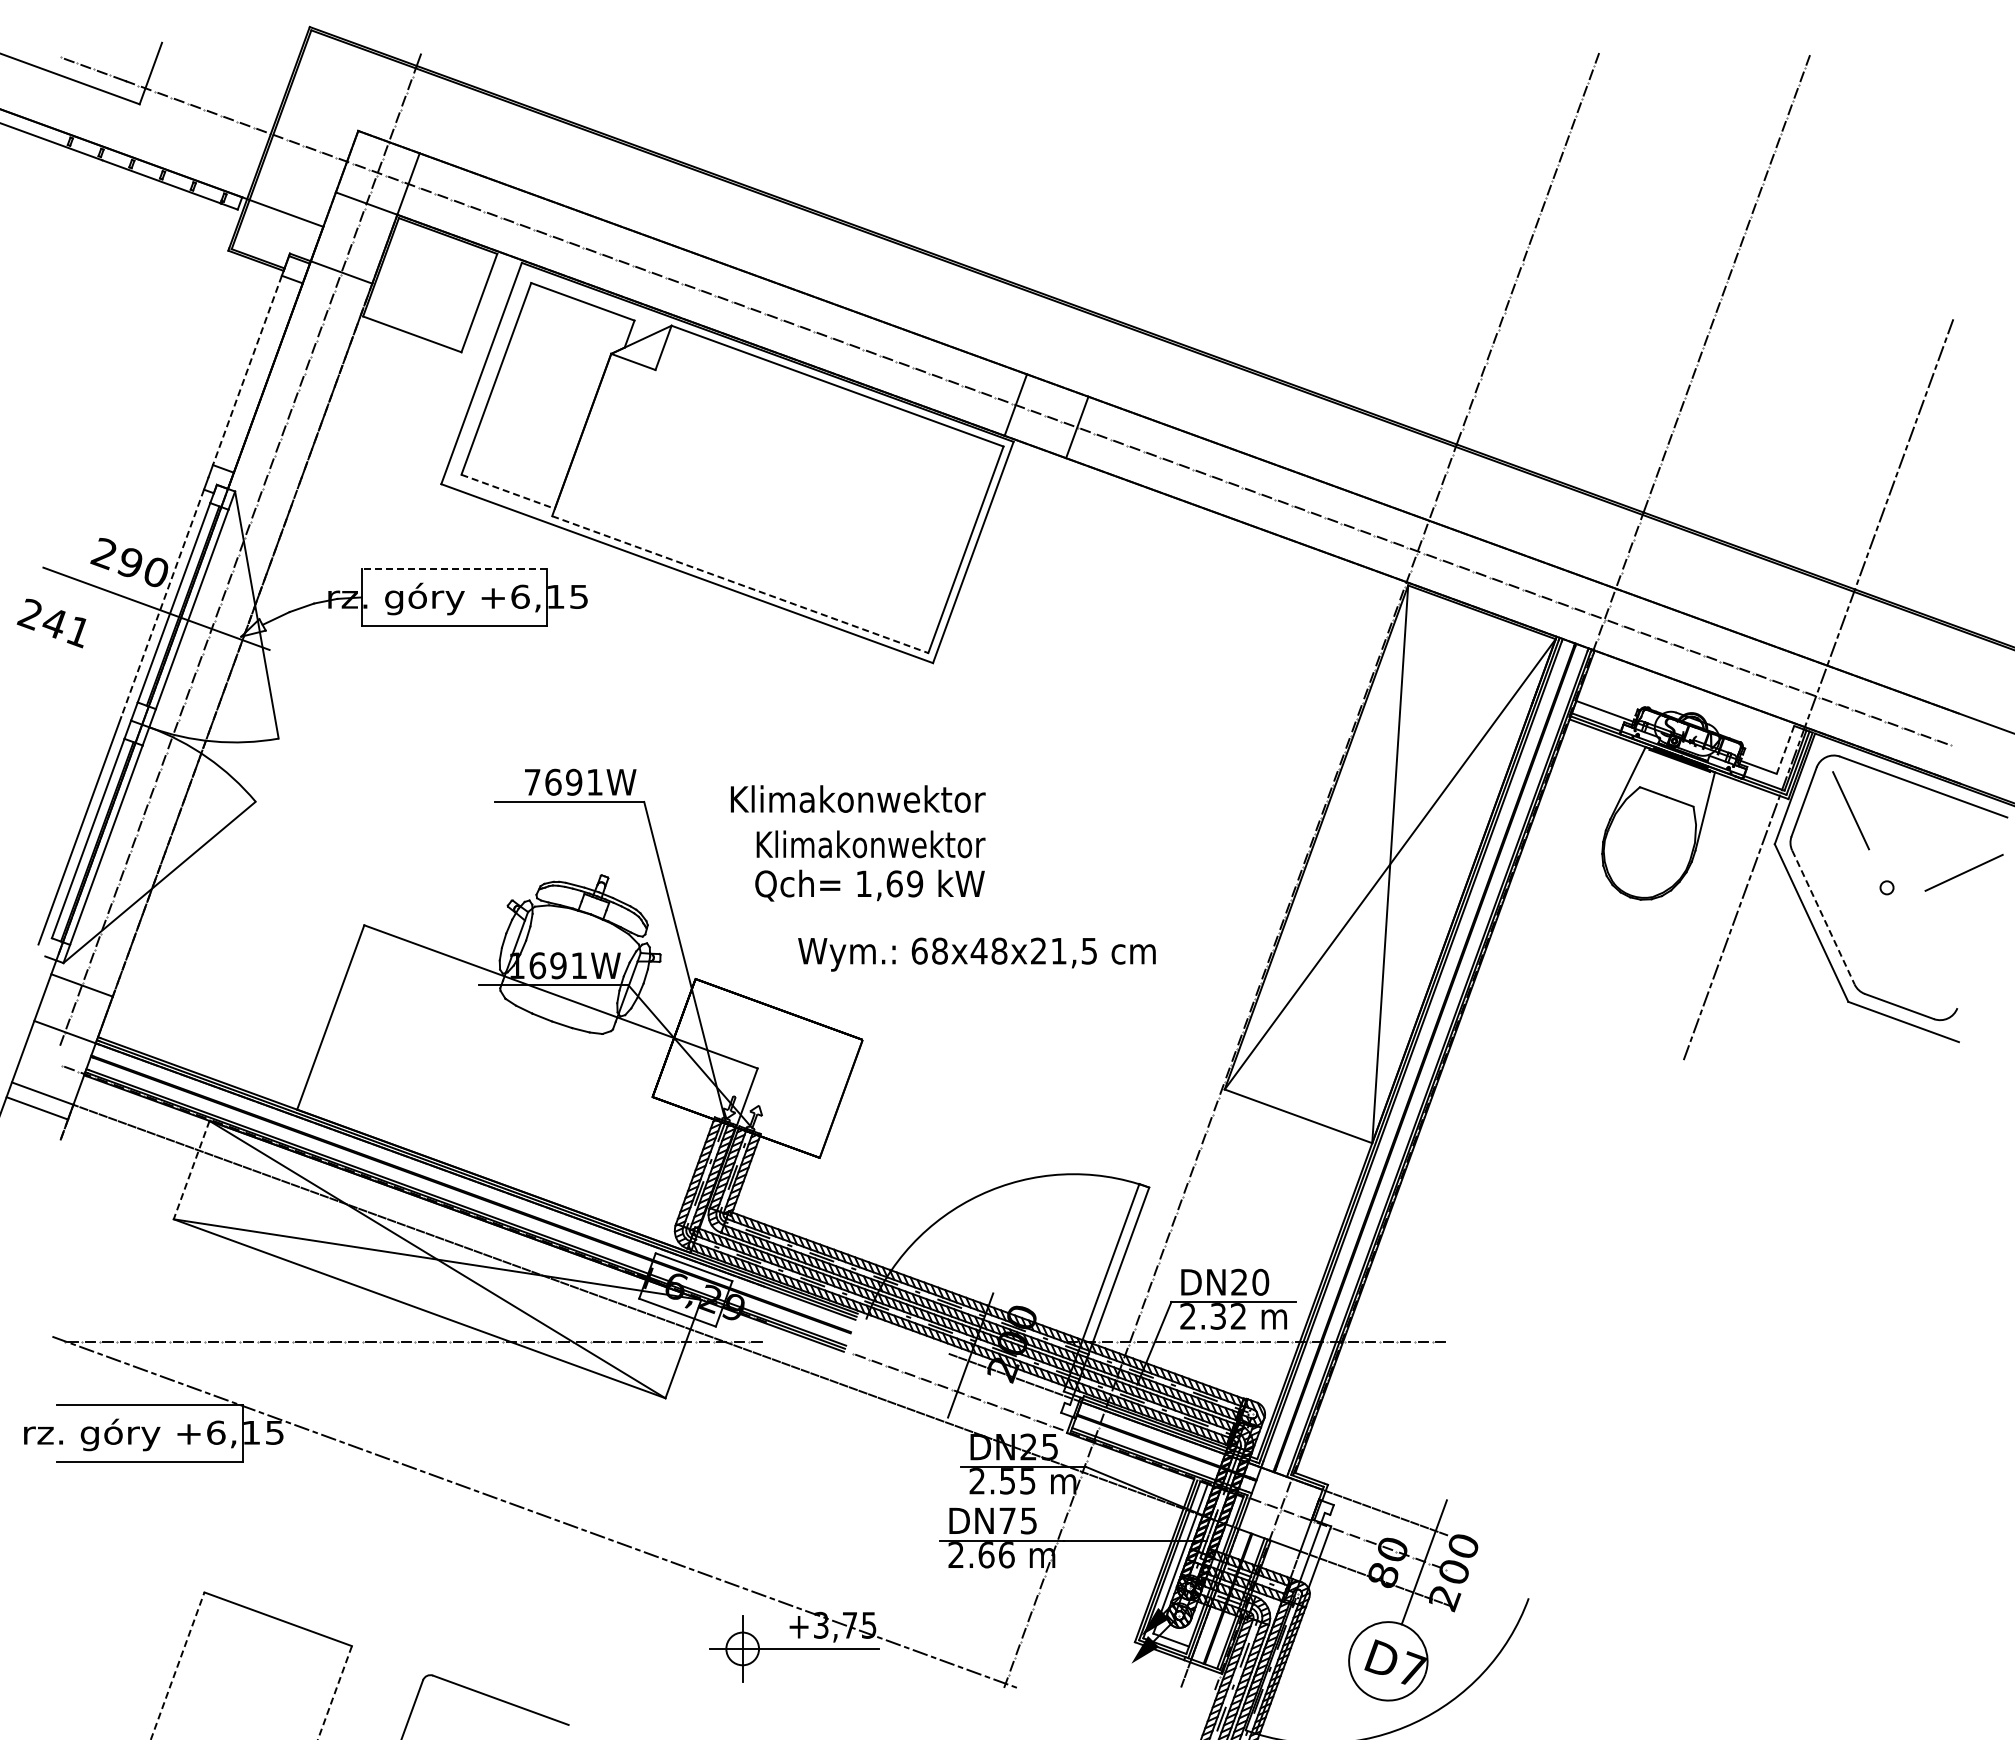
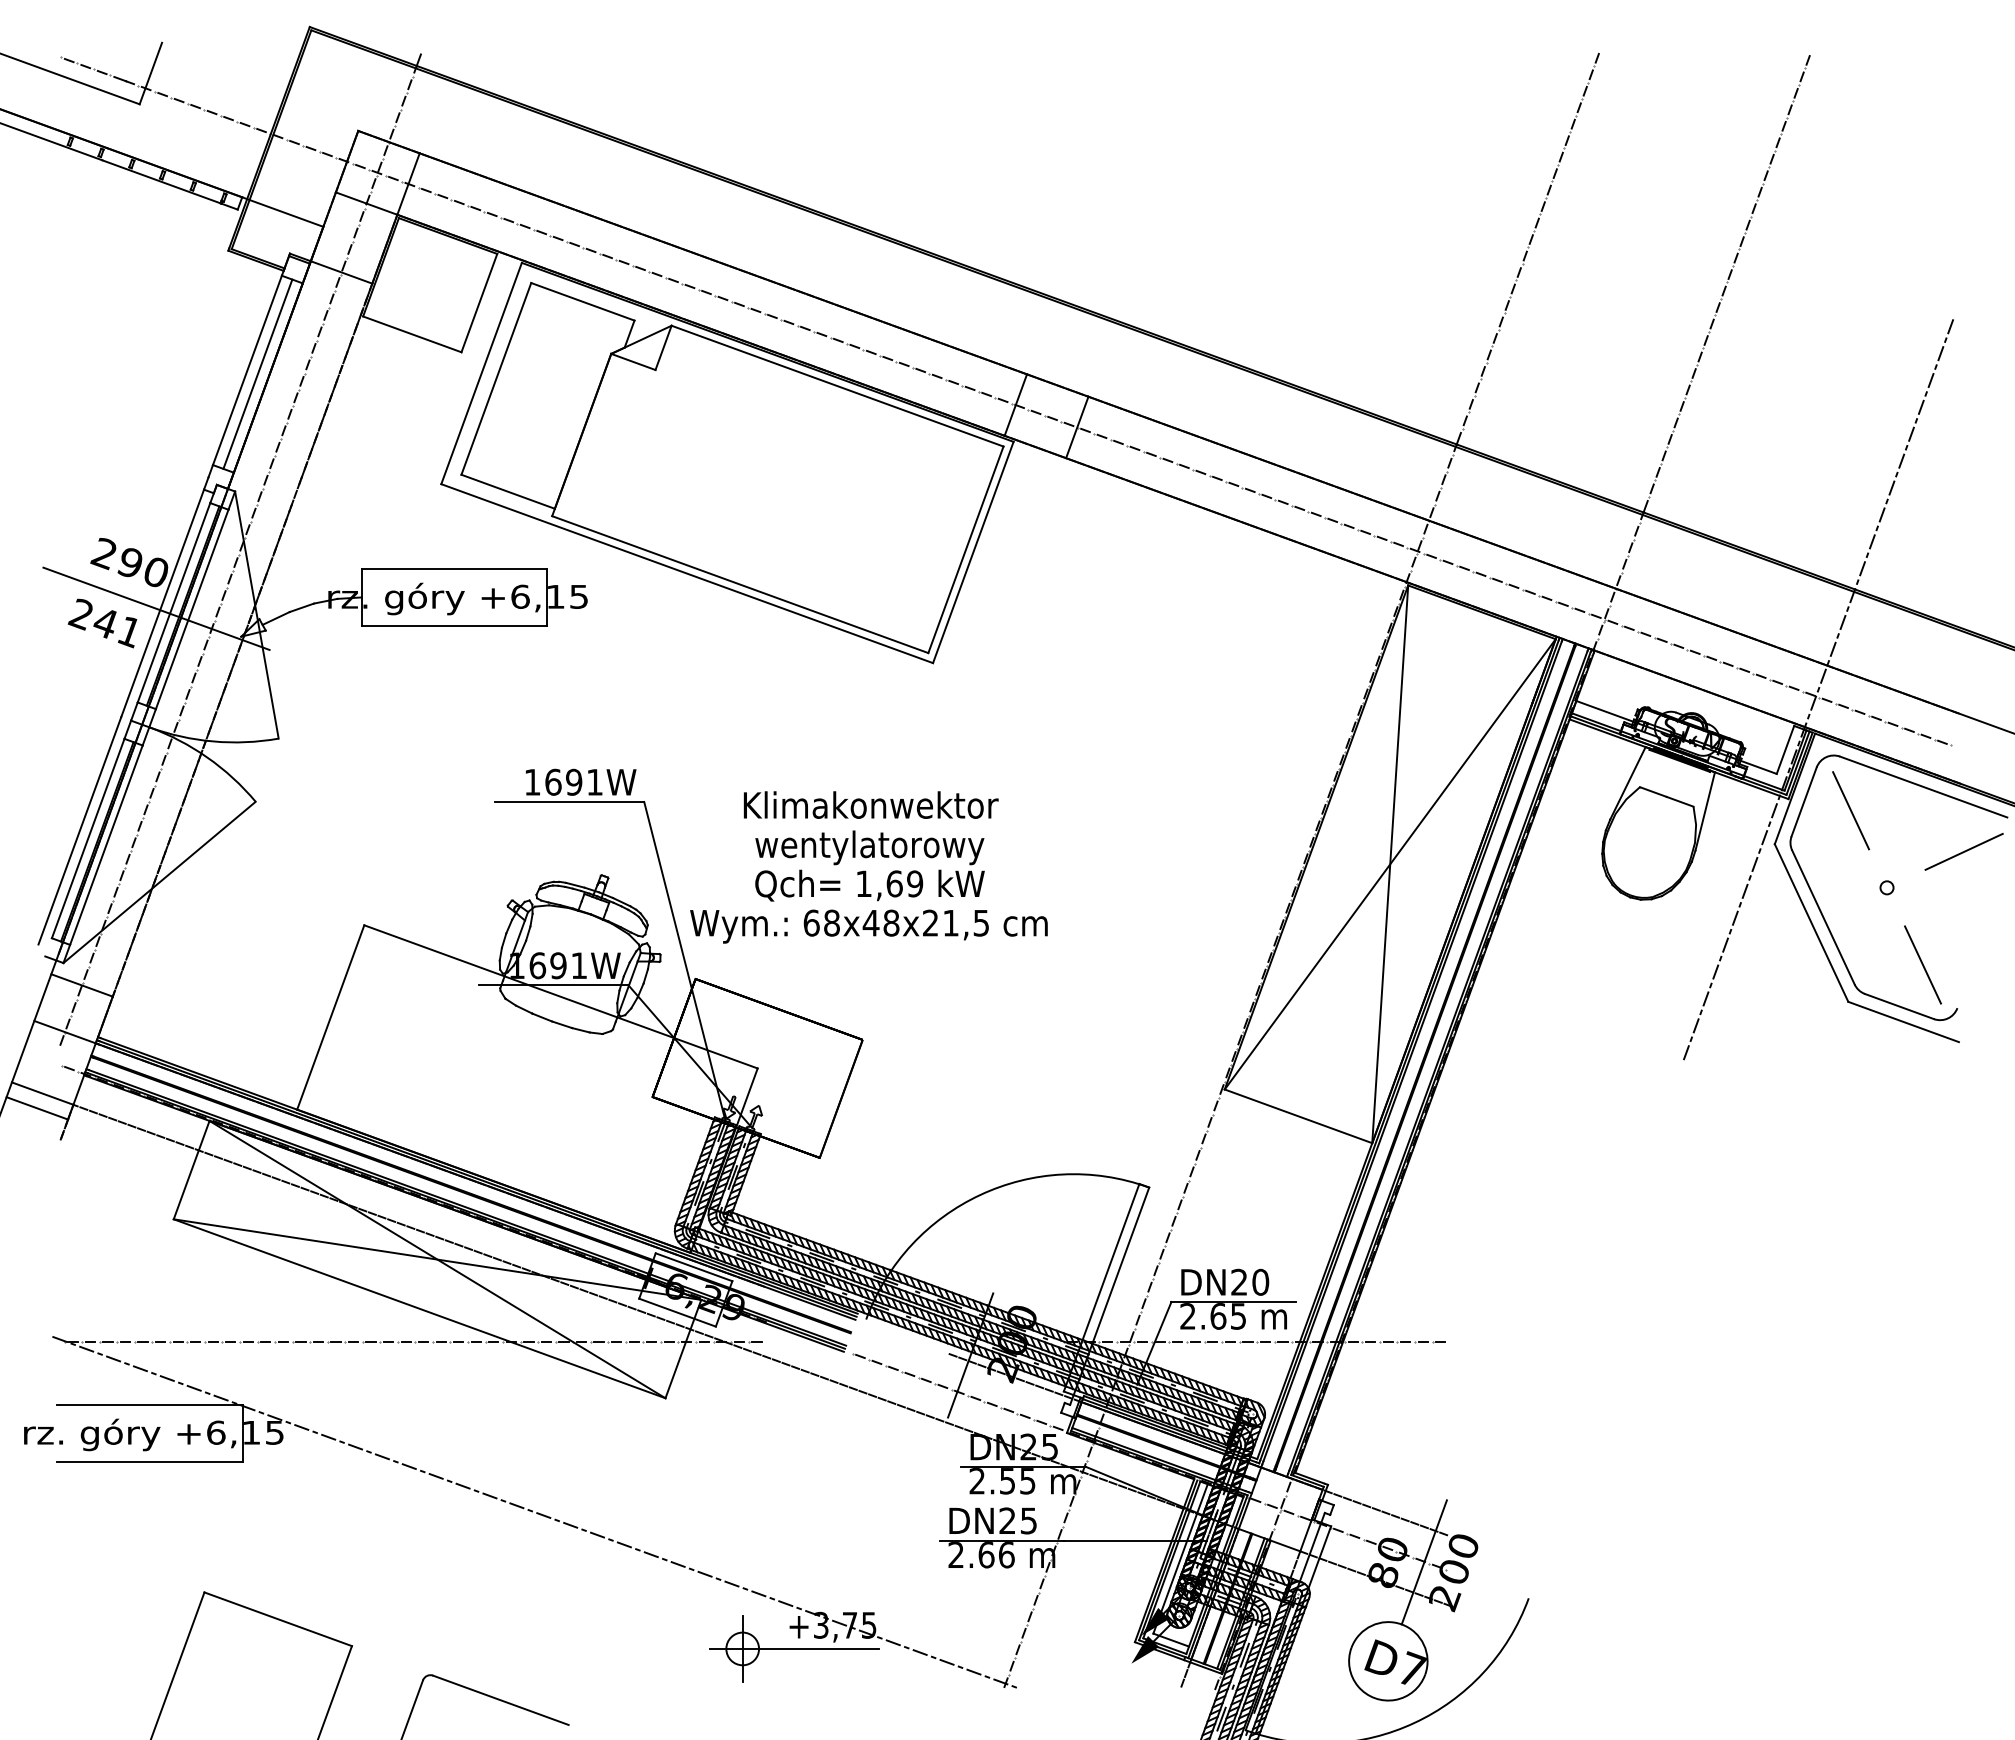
line at (247, 370): dashed -> solid
line at (257, 373): none -> present
line at (508, 491): dashed -> solid
line at (454, 568): dashed -> solid
line at (740, 584): dashed -> solid
line at (162, 603): dashed -> solid
text at (51, 623) position: (51, 623) -> (102, 623)
line at (1785, 749): dashed -> solid
text at (532, 782): 7691W -> 1691W
text at (857, 798) position: (857, 798) -> (870, 804)
text at (870, 847): Klimakonwektor -> wentylatorowy
line at (1963, 872) position: (1963, 872) -> (1963, 851)
line at (1823, 917): dashed -> solid
text at (976, 954) position: (976, 954) -> (868, 926)
line at (1922, 964): none -> present
line at (191, 1170): dashed -> solid
text at (1227, 1316): 2.32 -> 2.65
text at (1007, 1520): DN75 -> DN25
line at (177, 1665): dashed -> solid
line at (334, 1693): dashed -> solid
